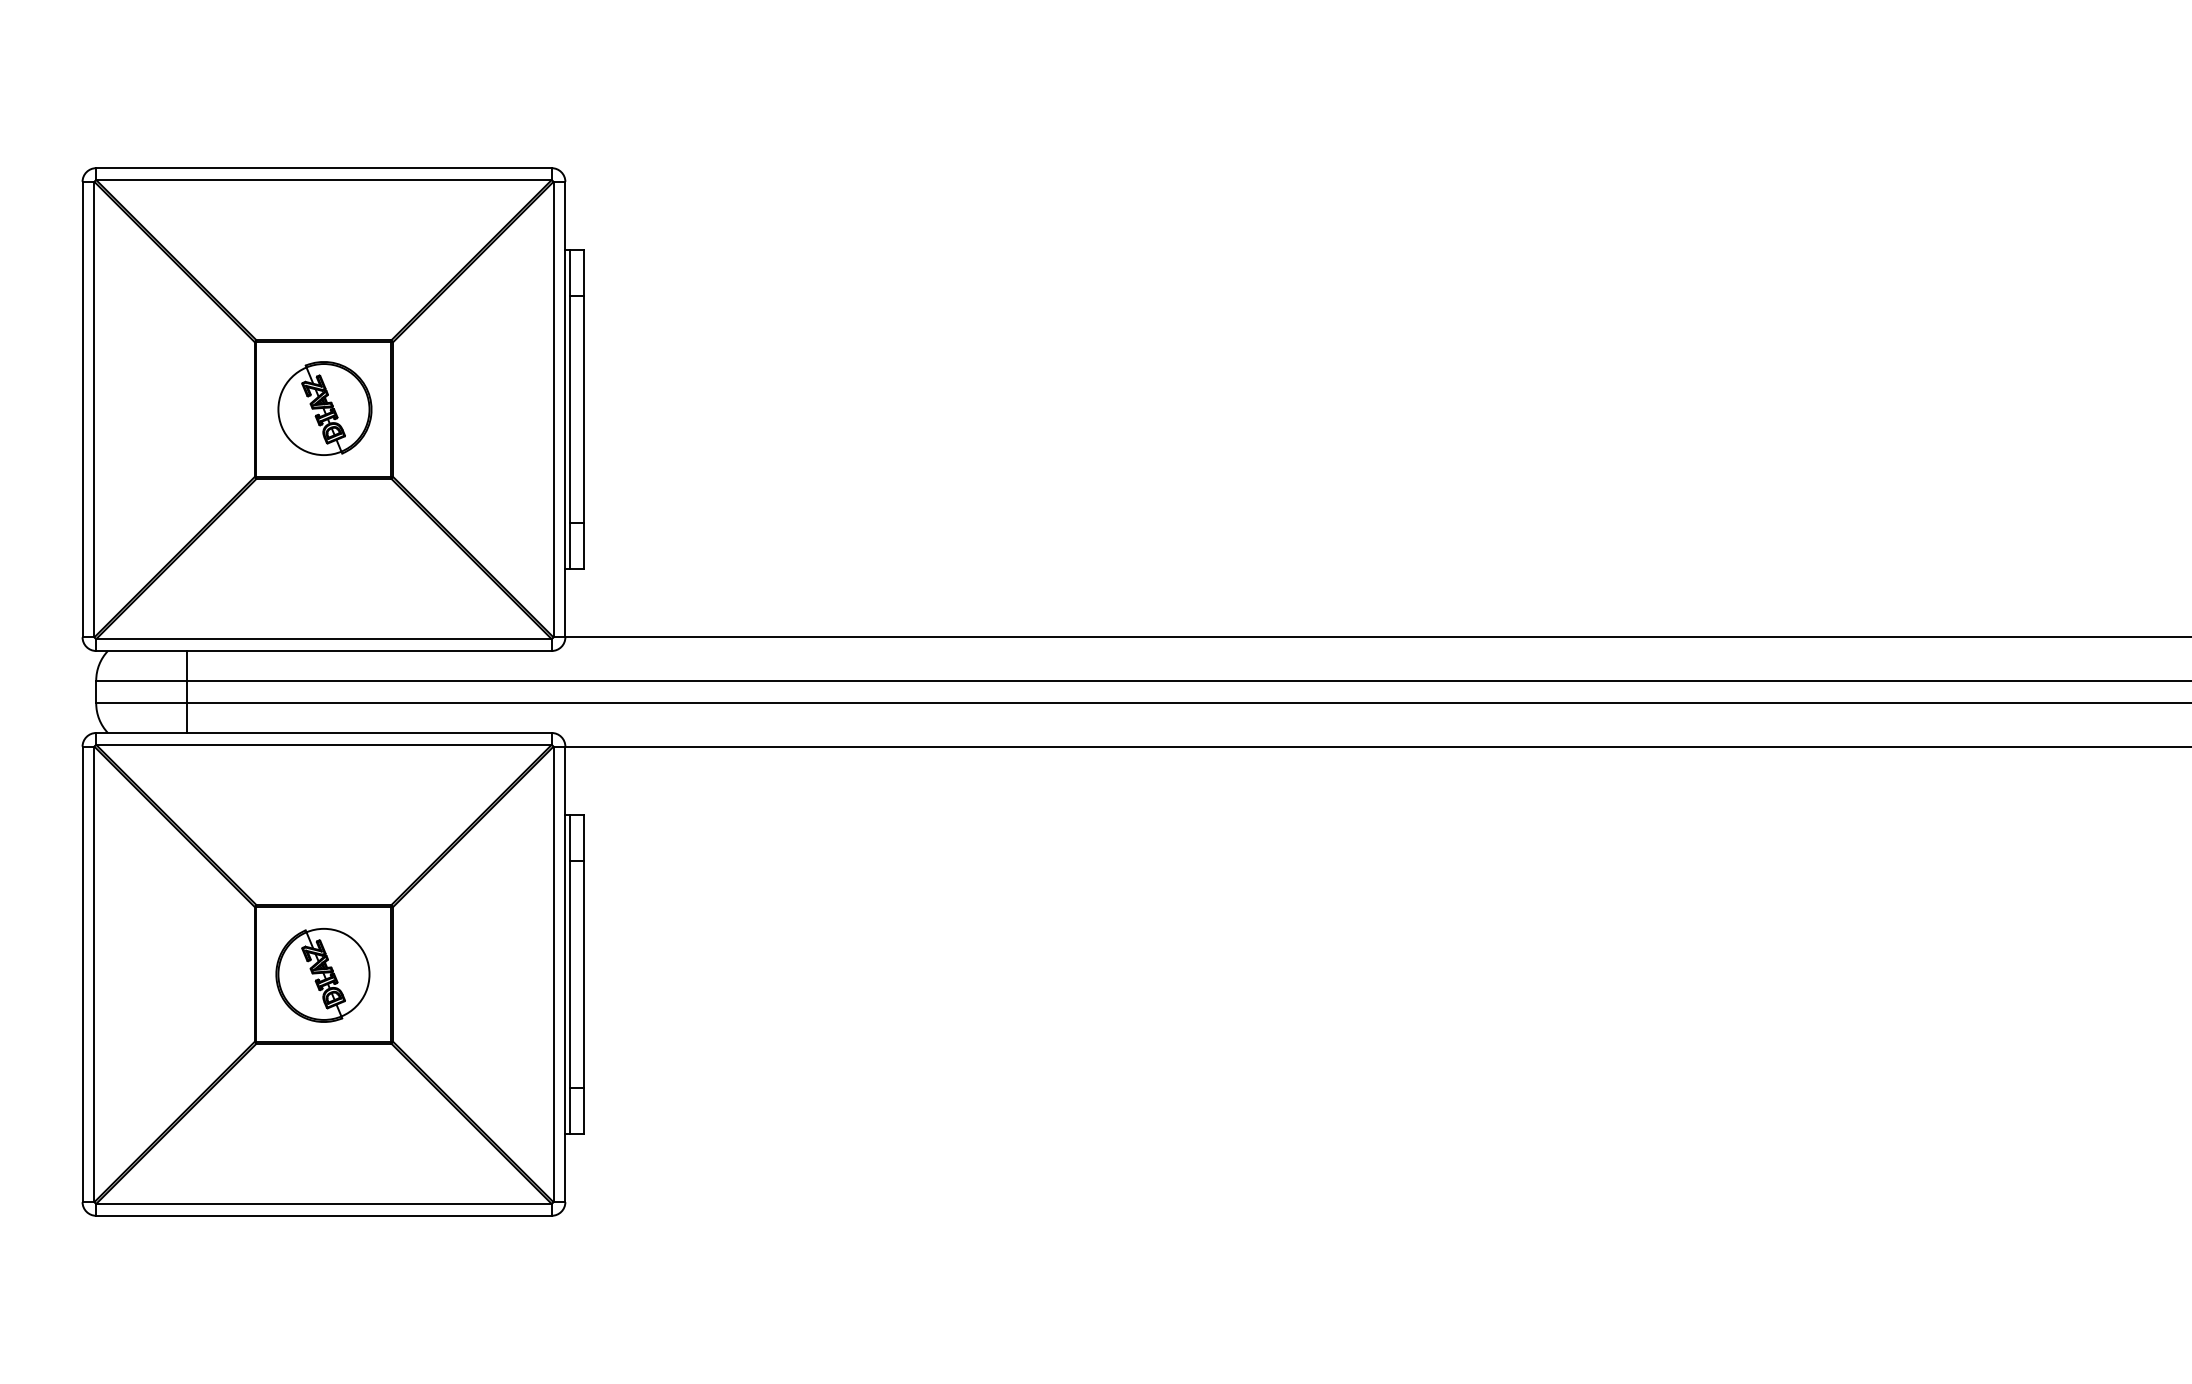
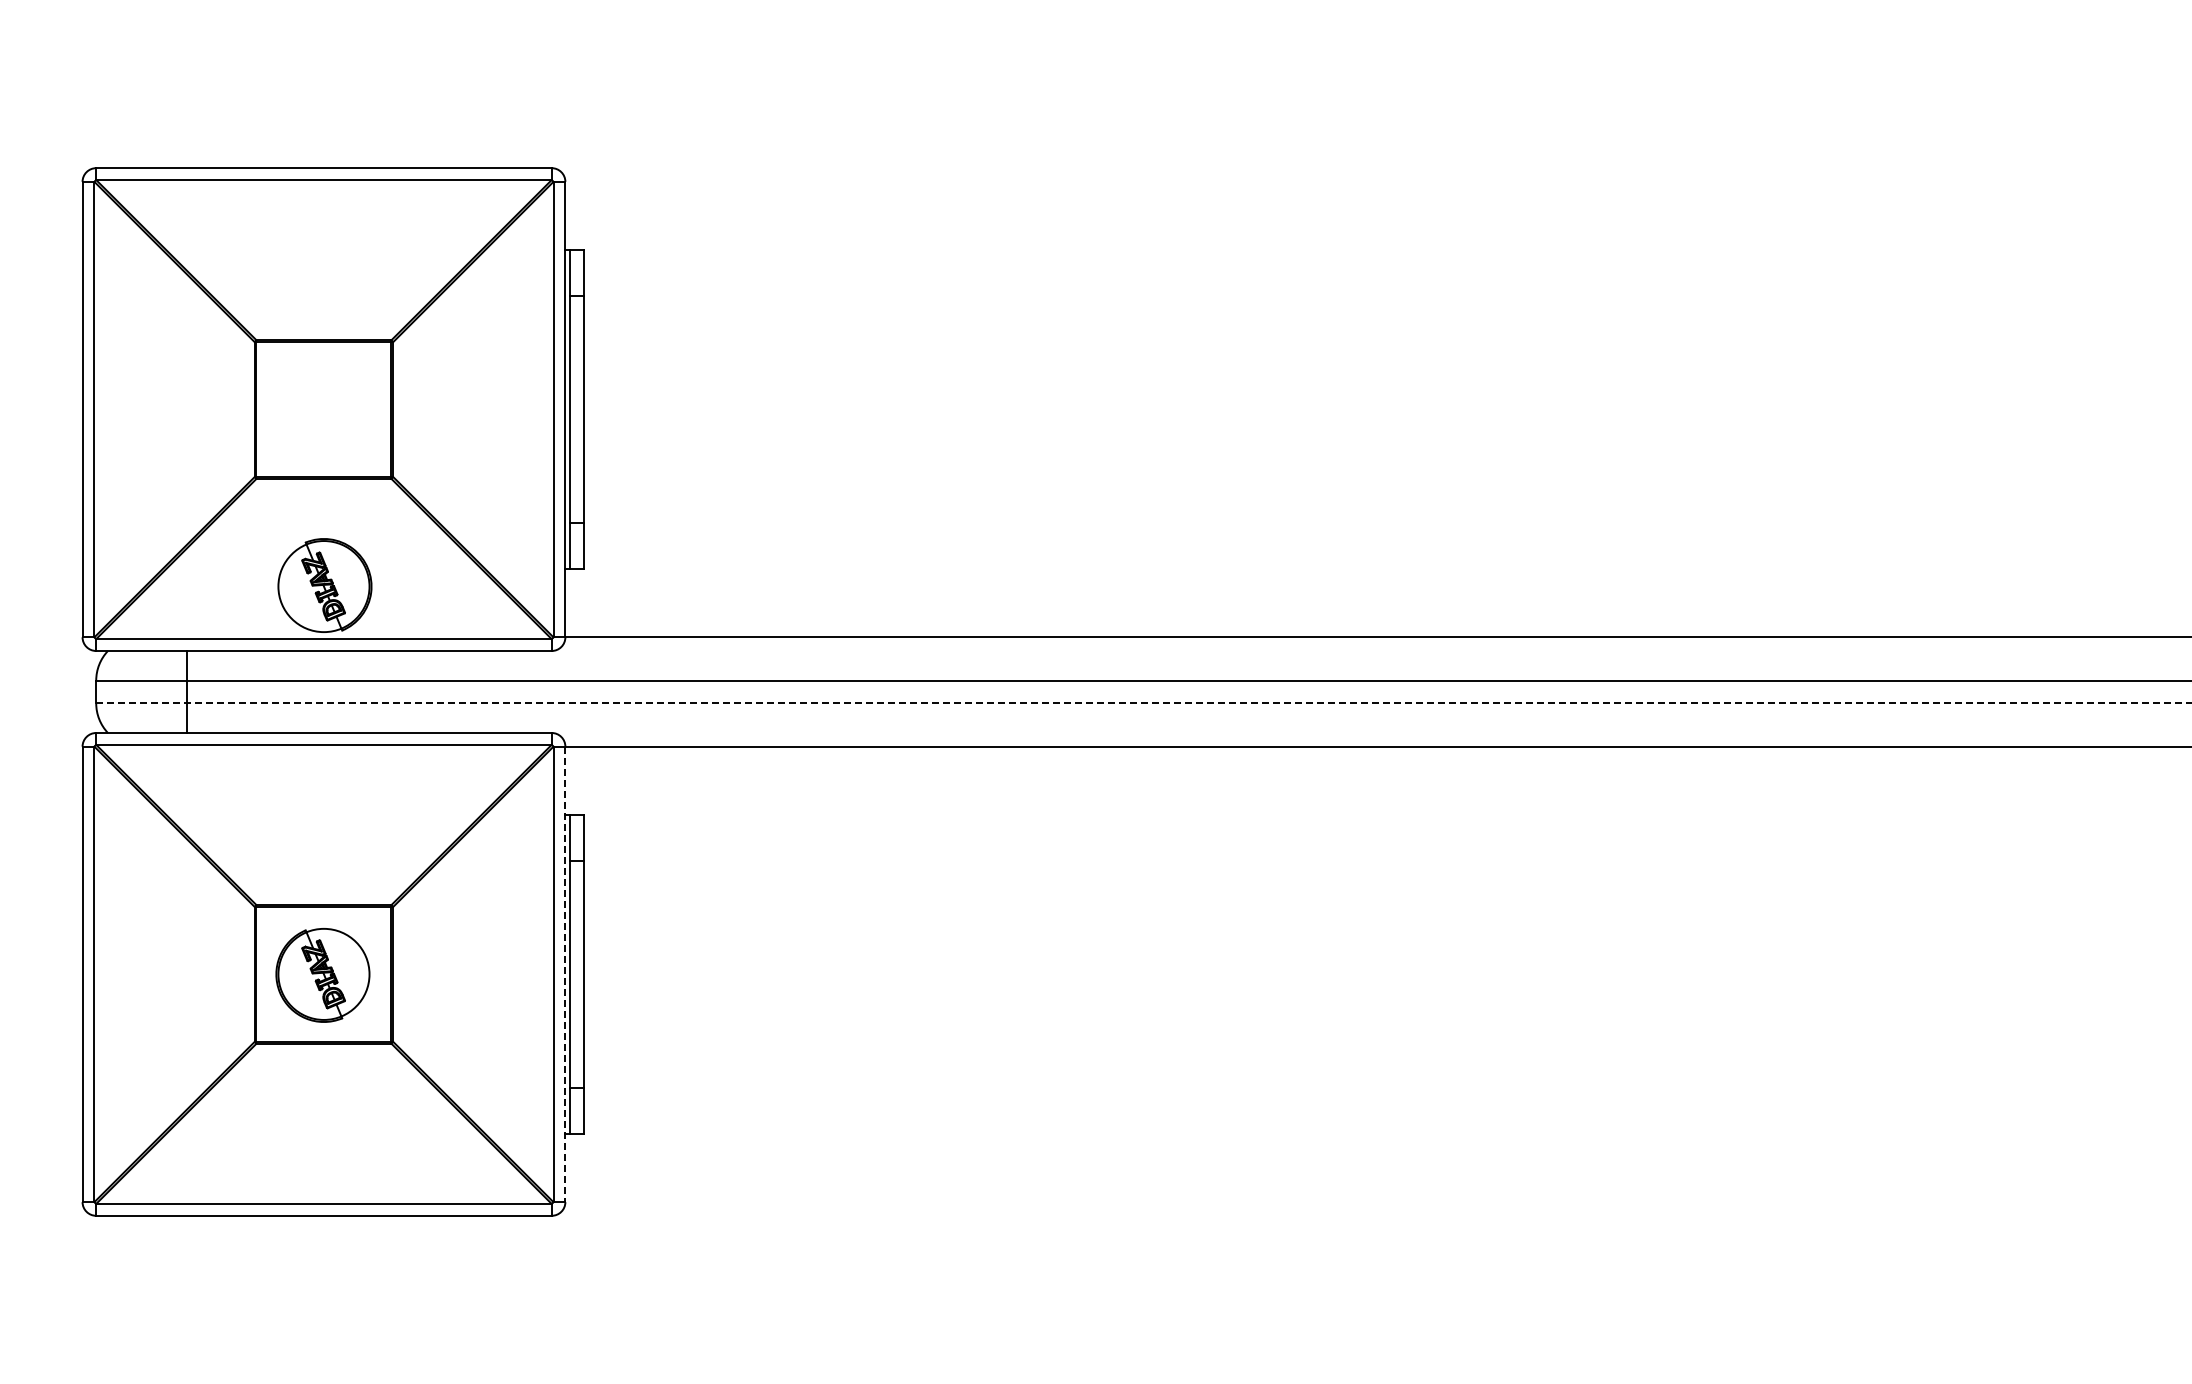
part at (324, 408) position: (324, 408) -> (324, 585)
line at (1144, 703): solid -> dashed
line at (565, 974): solid -> dashed
